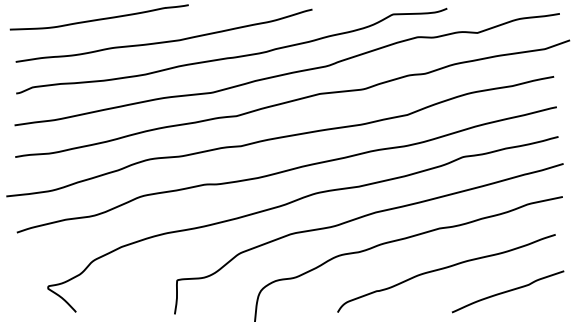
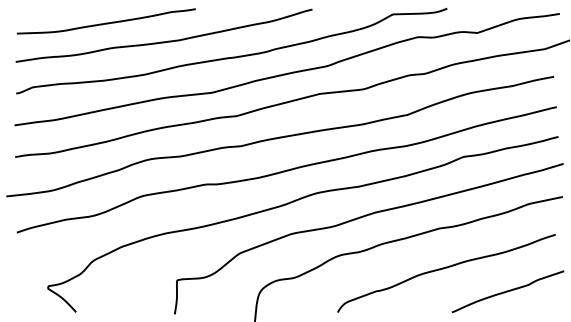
curve at (98, 18) position: (98, 18) -> (105, 22)
